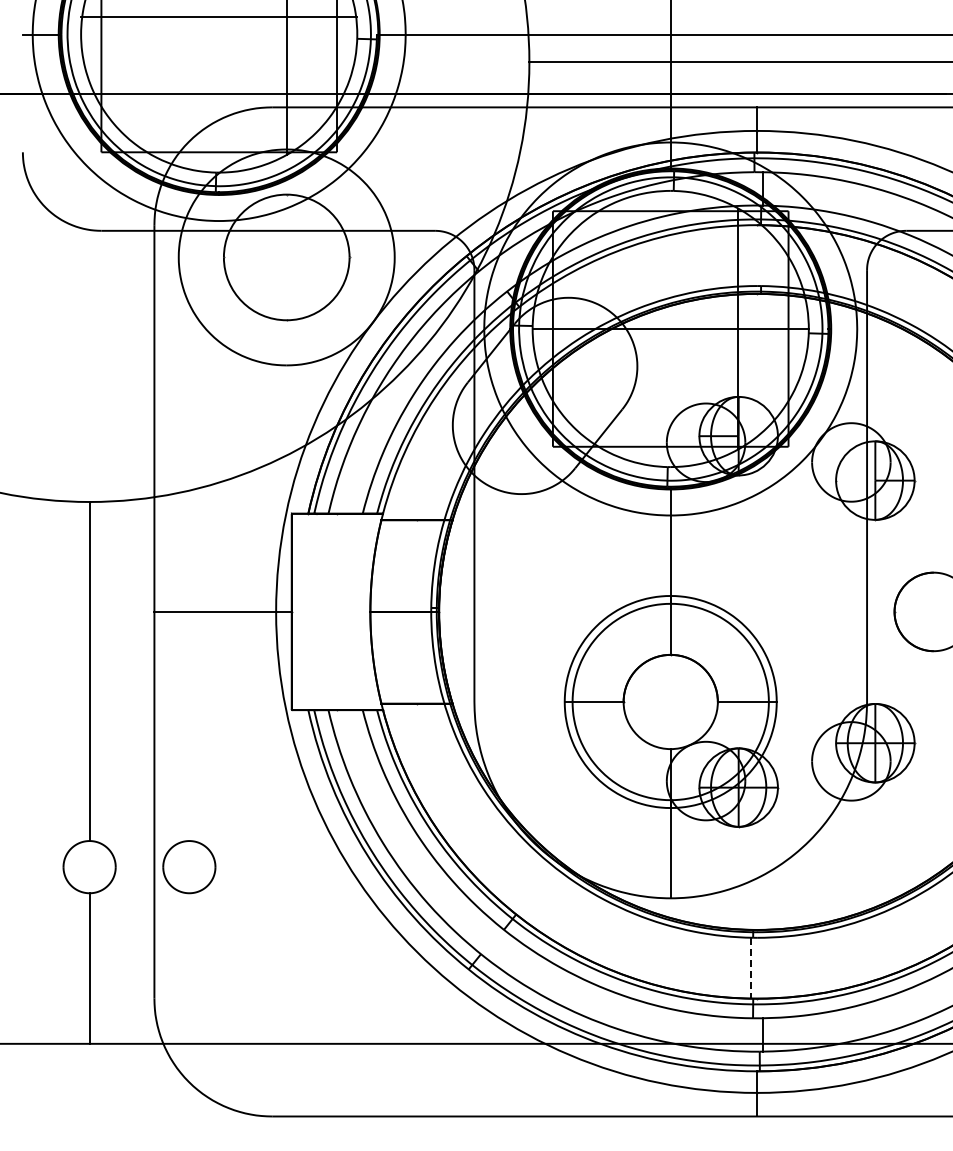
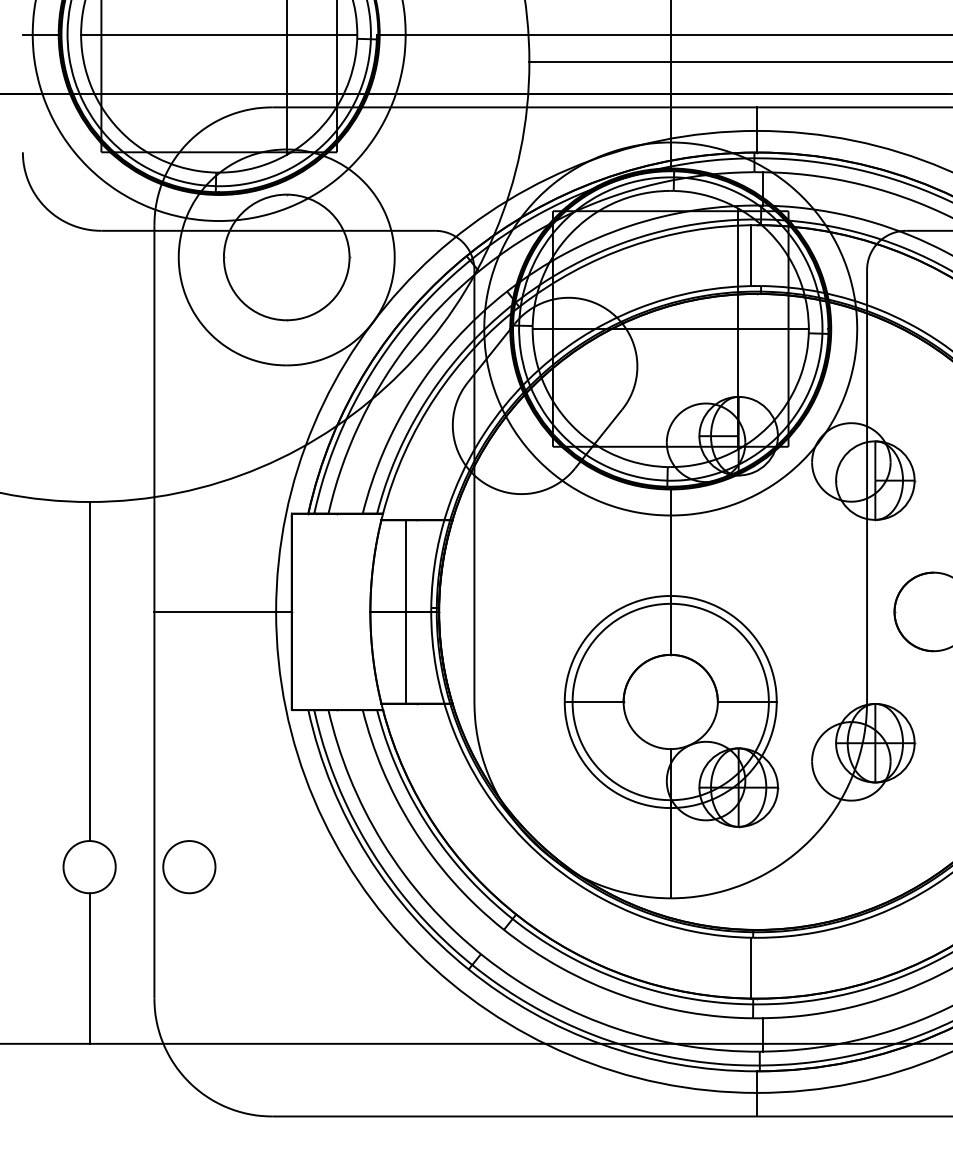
line at (219, 16) position: (219, 16) -> (219, 34)
line at (750, 255): none -> present
line at (405, 611): none -> present
line at (750, 968): dashed -> solid
